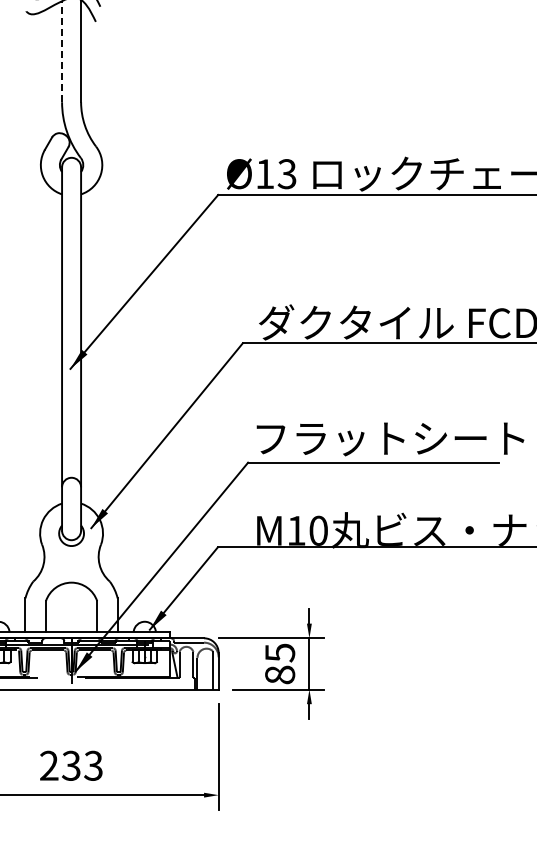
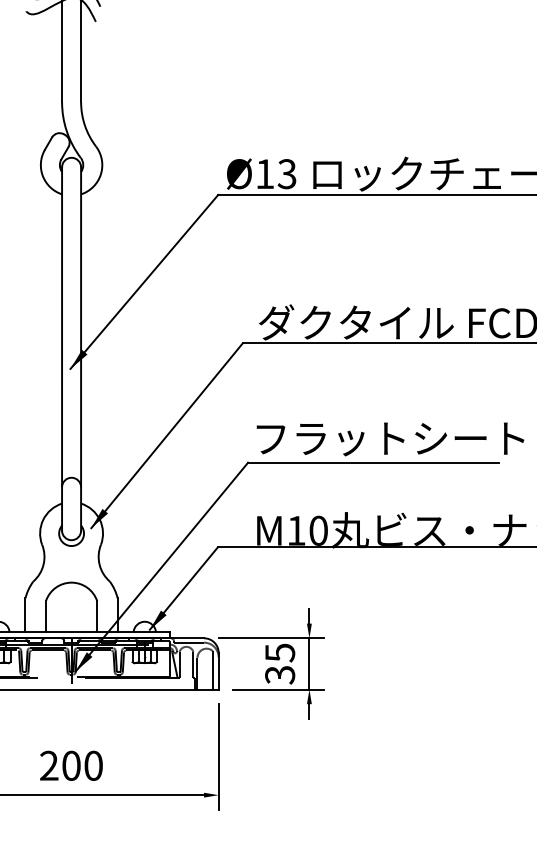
line at (62, 51): dashed -> solid
text at (280, 674): 85 -> 35
text at (82, 765): 233 -> 200
